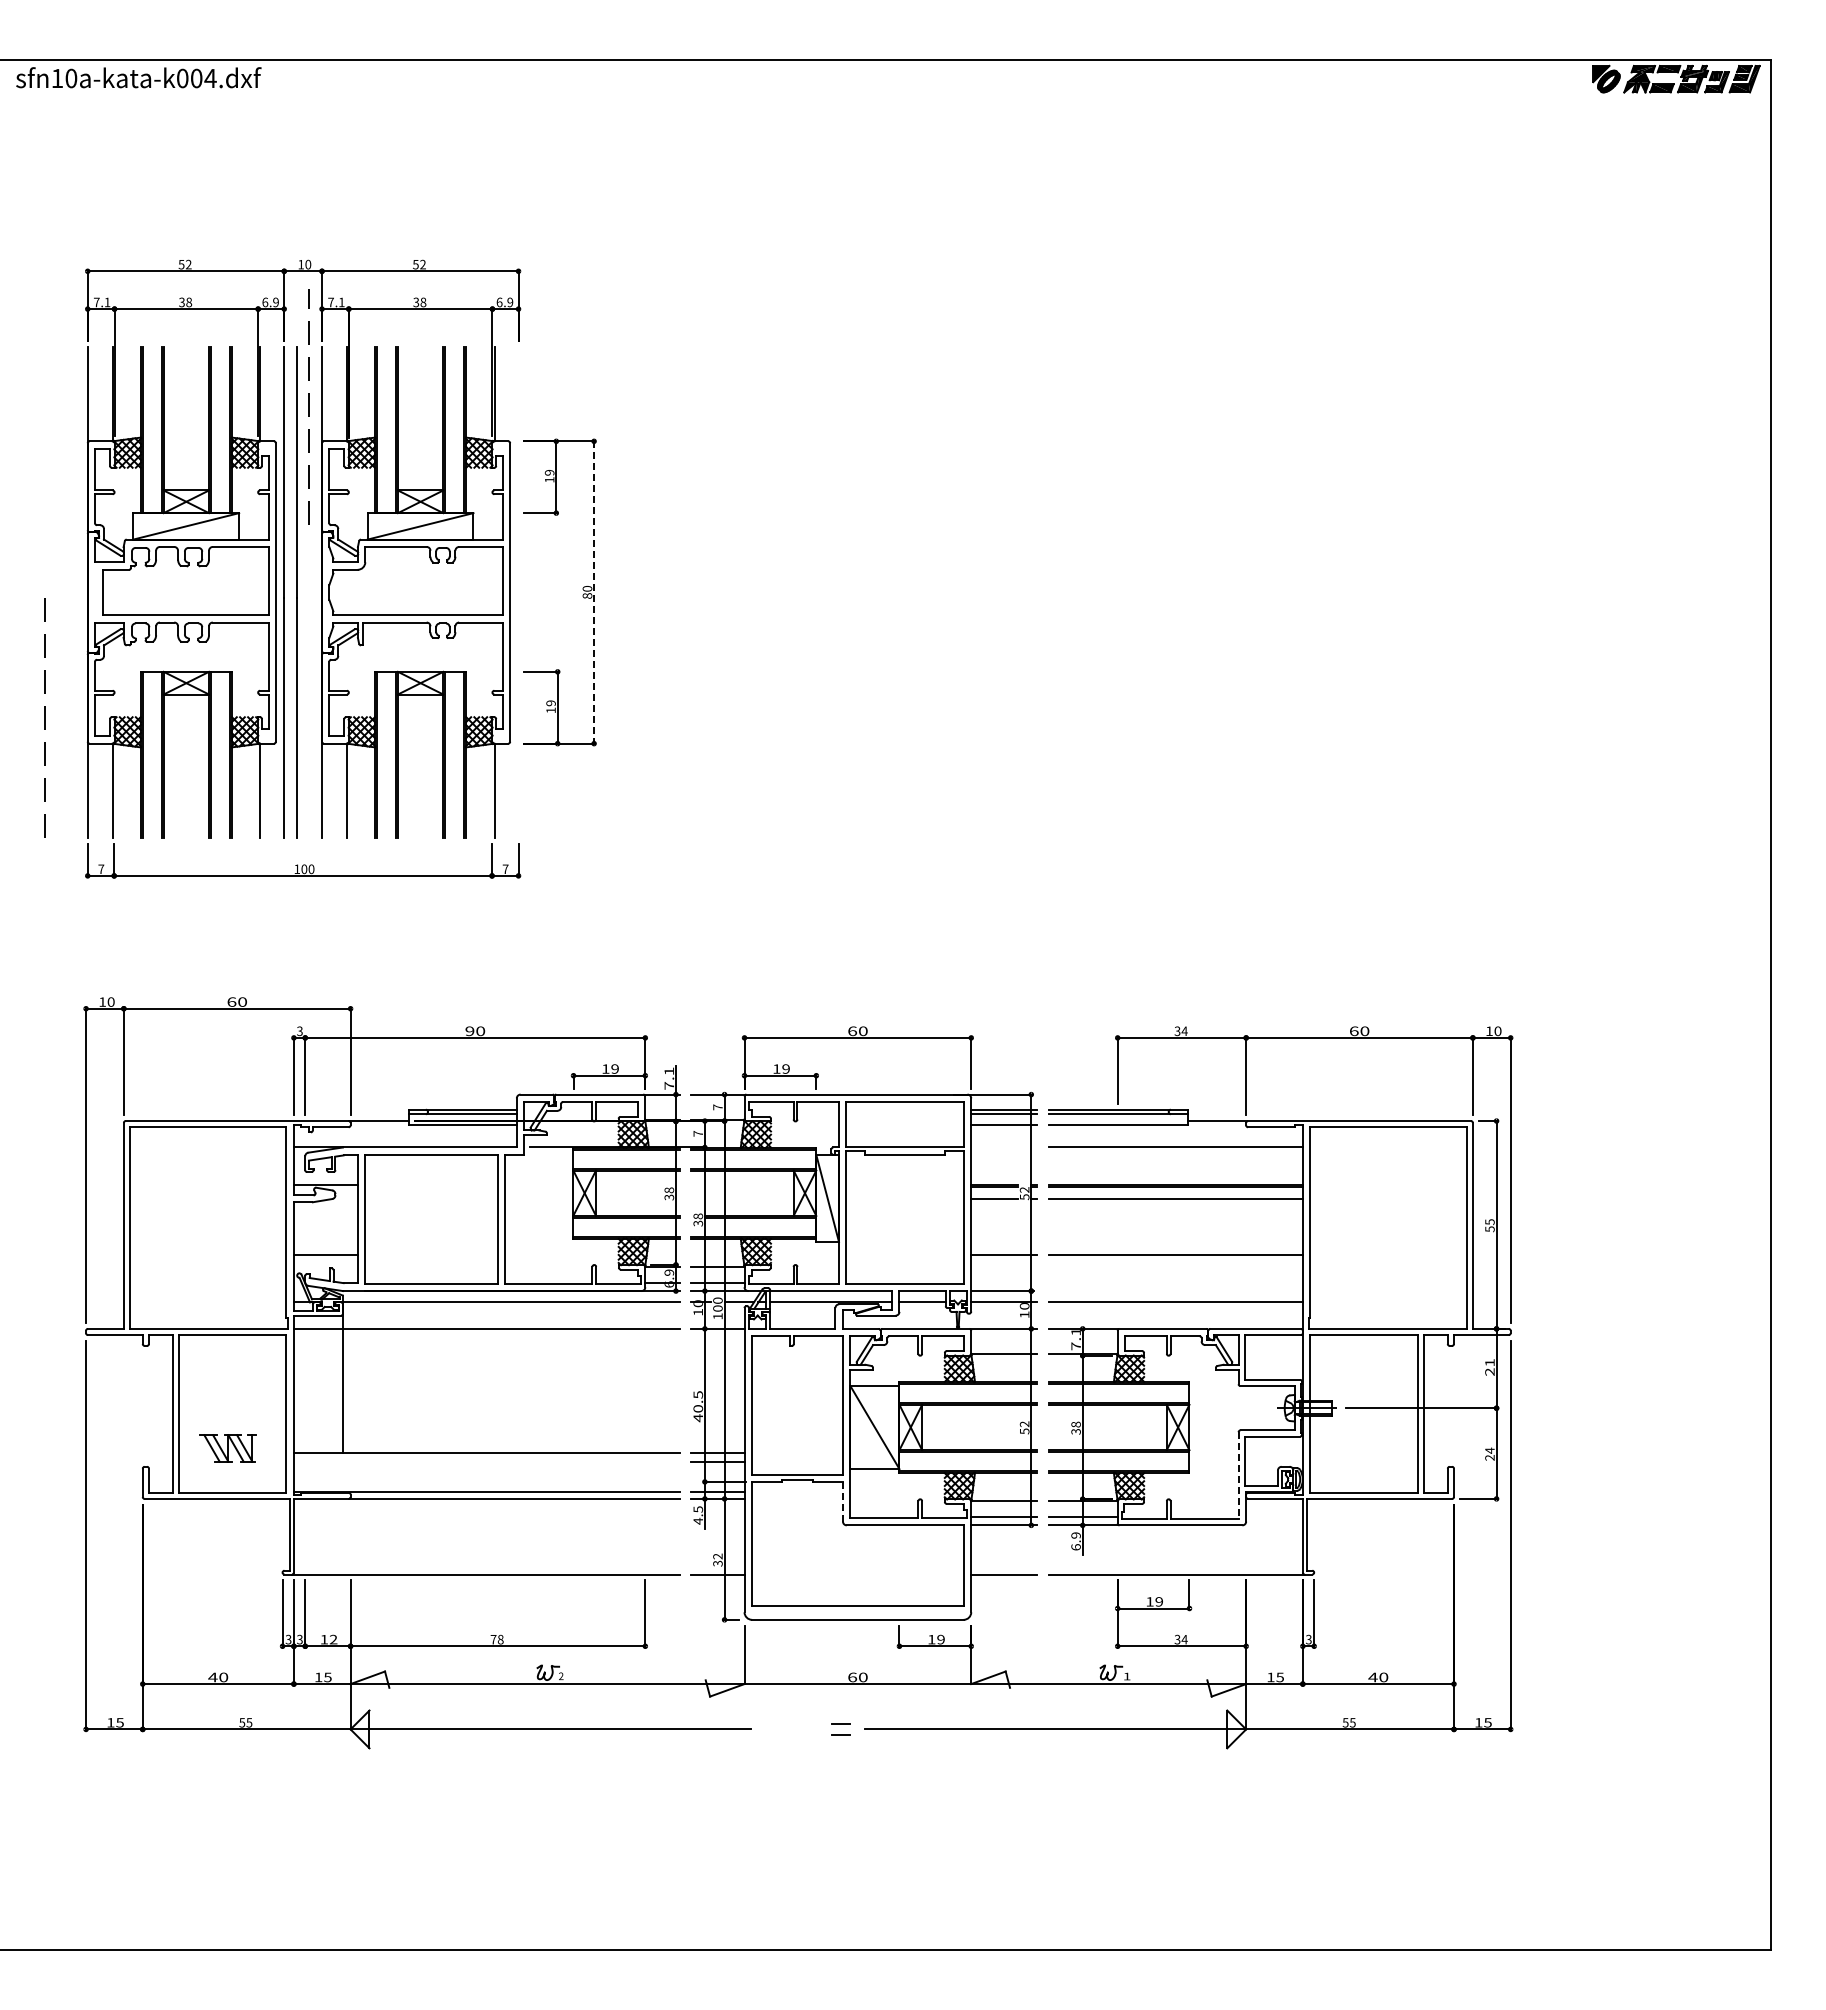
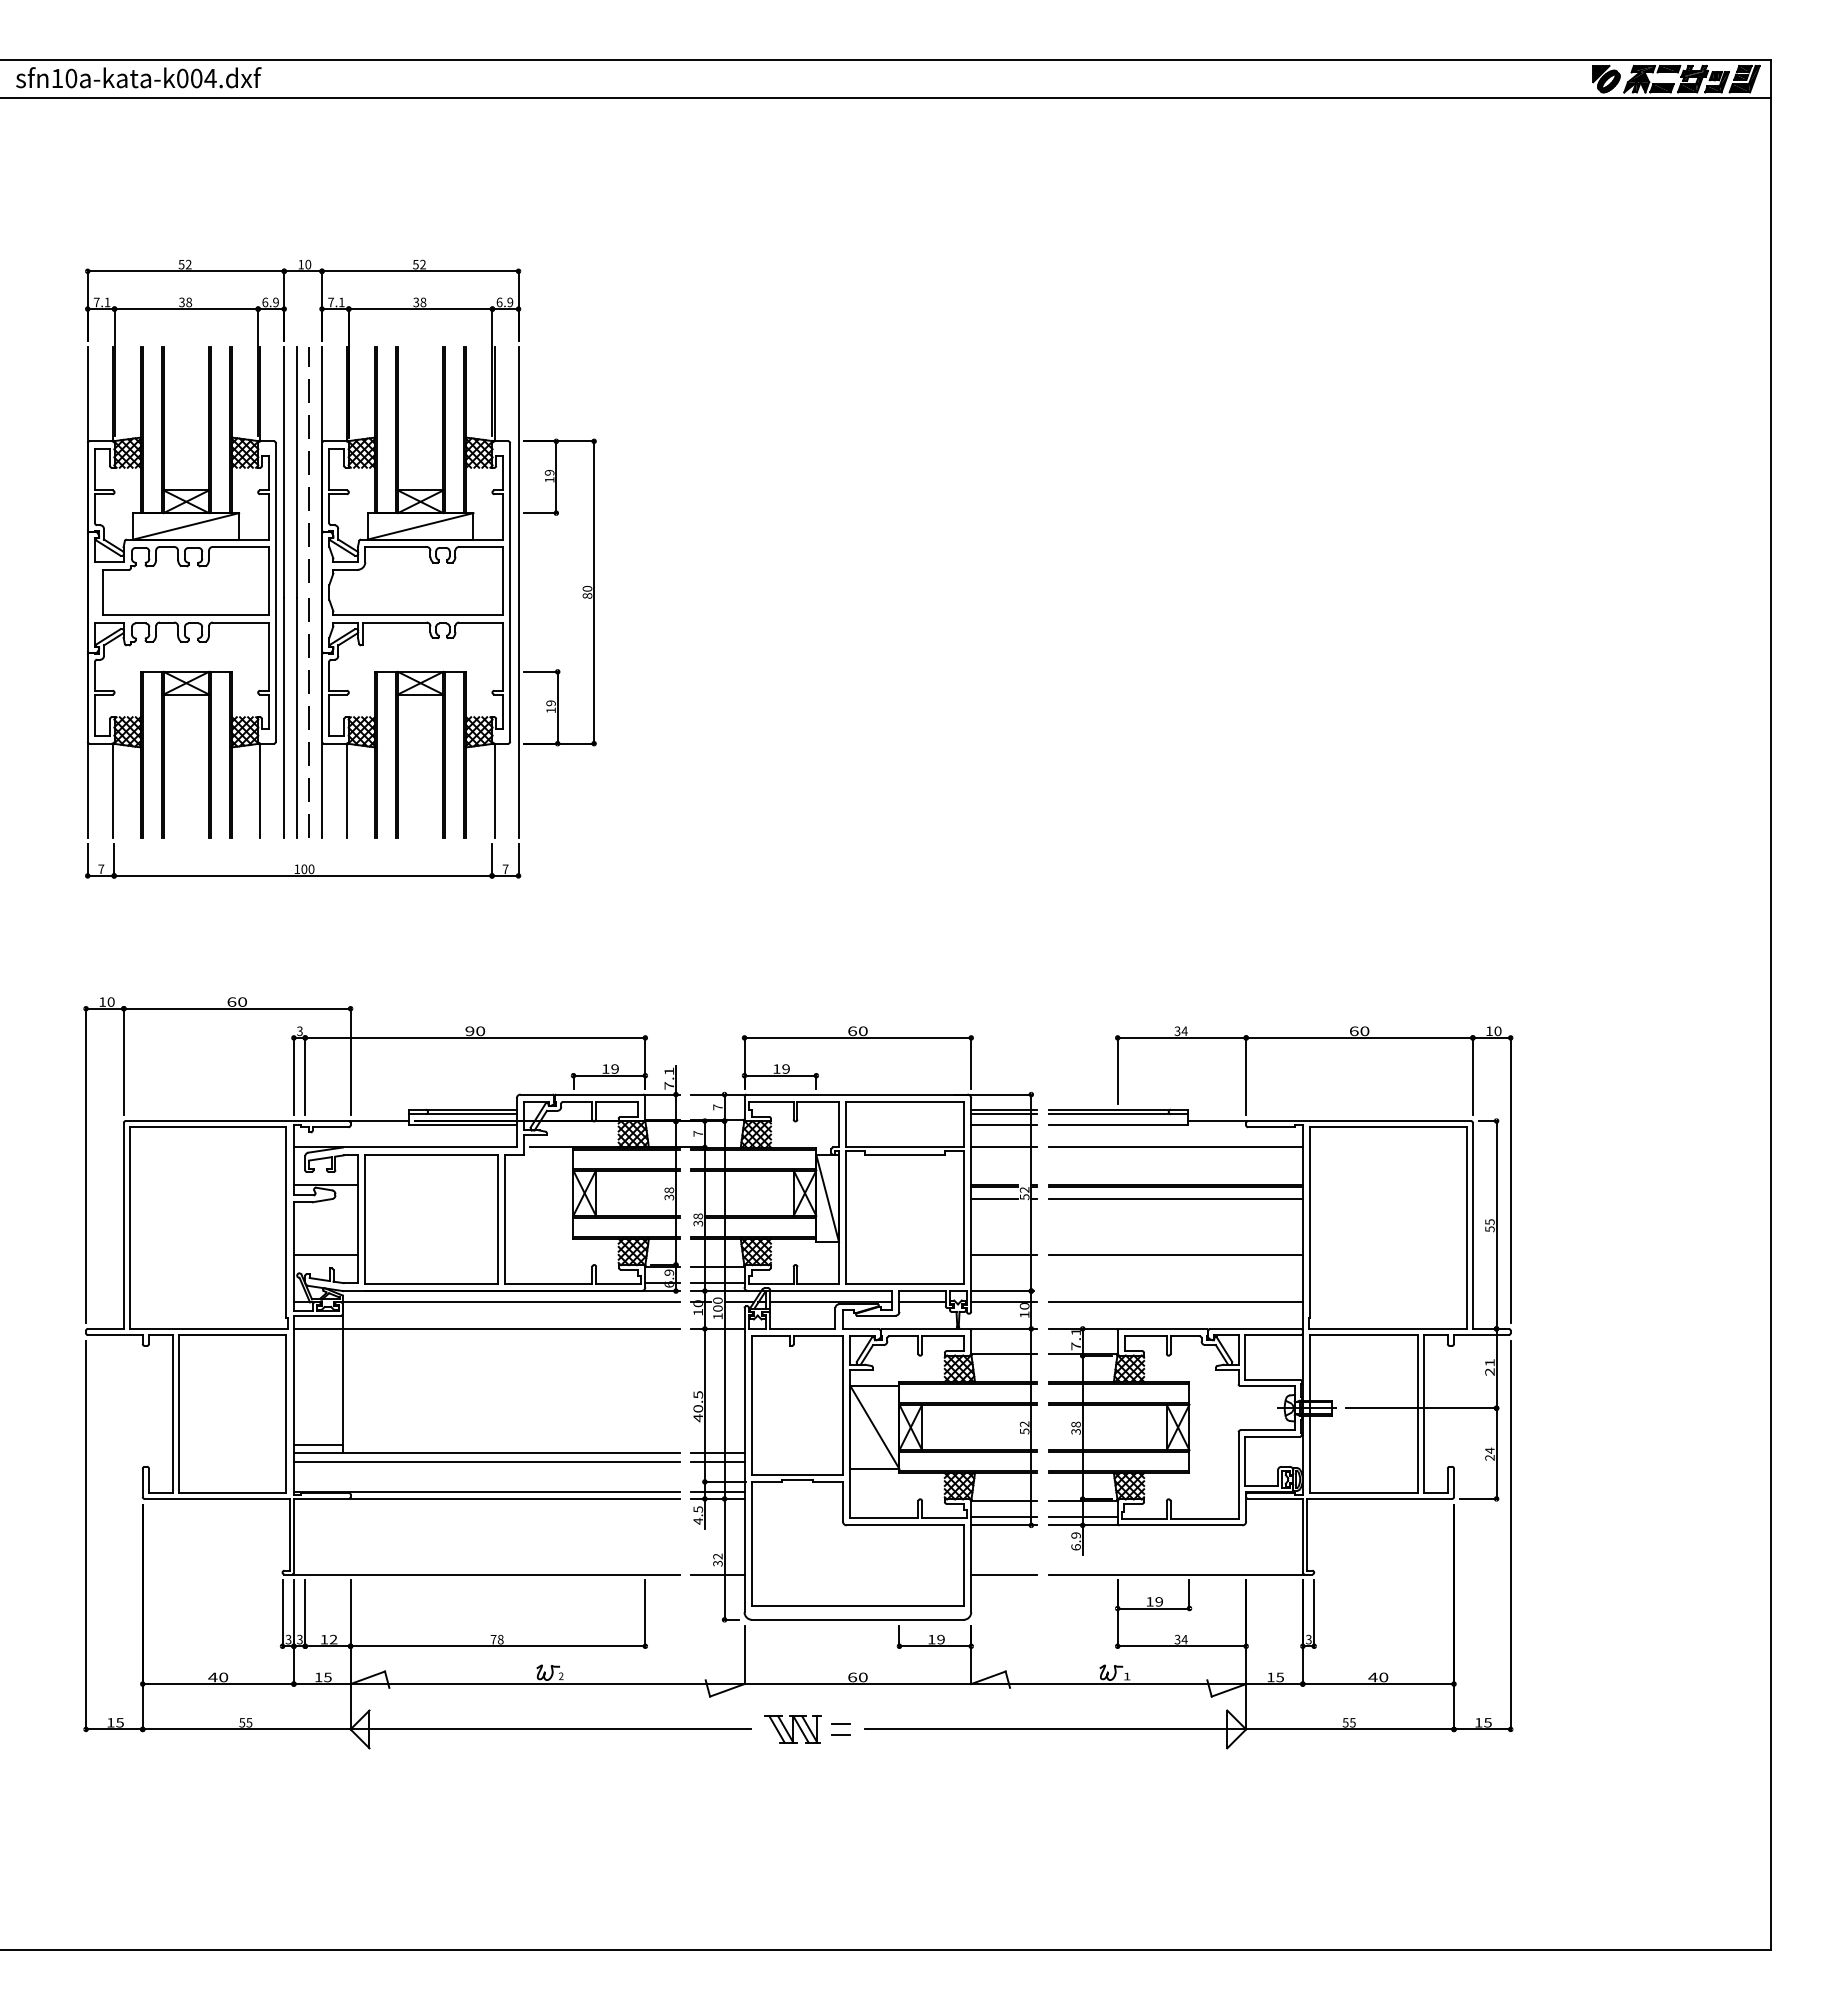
line at (886, 98): none -> present
line at (308, 406) position: (308, 406) -> (308, 464)
line at (518, 592): none -> present
line at (594, 593): dashed -> solid
line at (44, 717) position: (44, 717) -> (308, 717)
line at (1004, 1147): none -> present
line at (318, 1445): none -> present
part at (227, 1448) position: (227, 1448) -> (792, 1729)
line at (486, 1461): none -> present
line at (1238, 1476): dashed -> solid
line at (842, 1501): dashed -> solid
